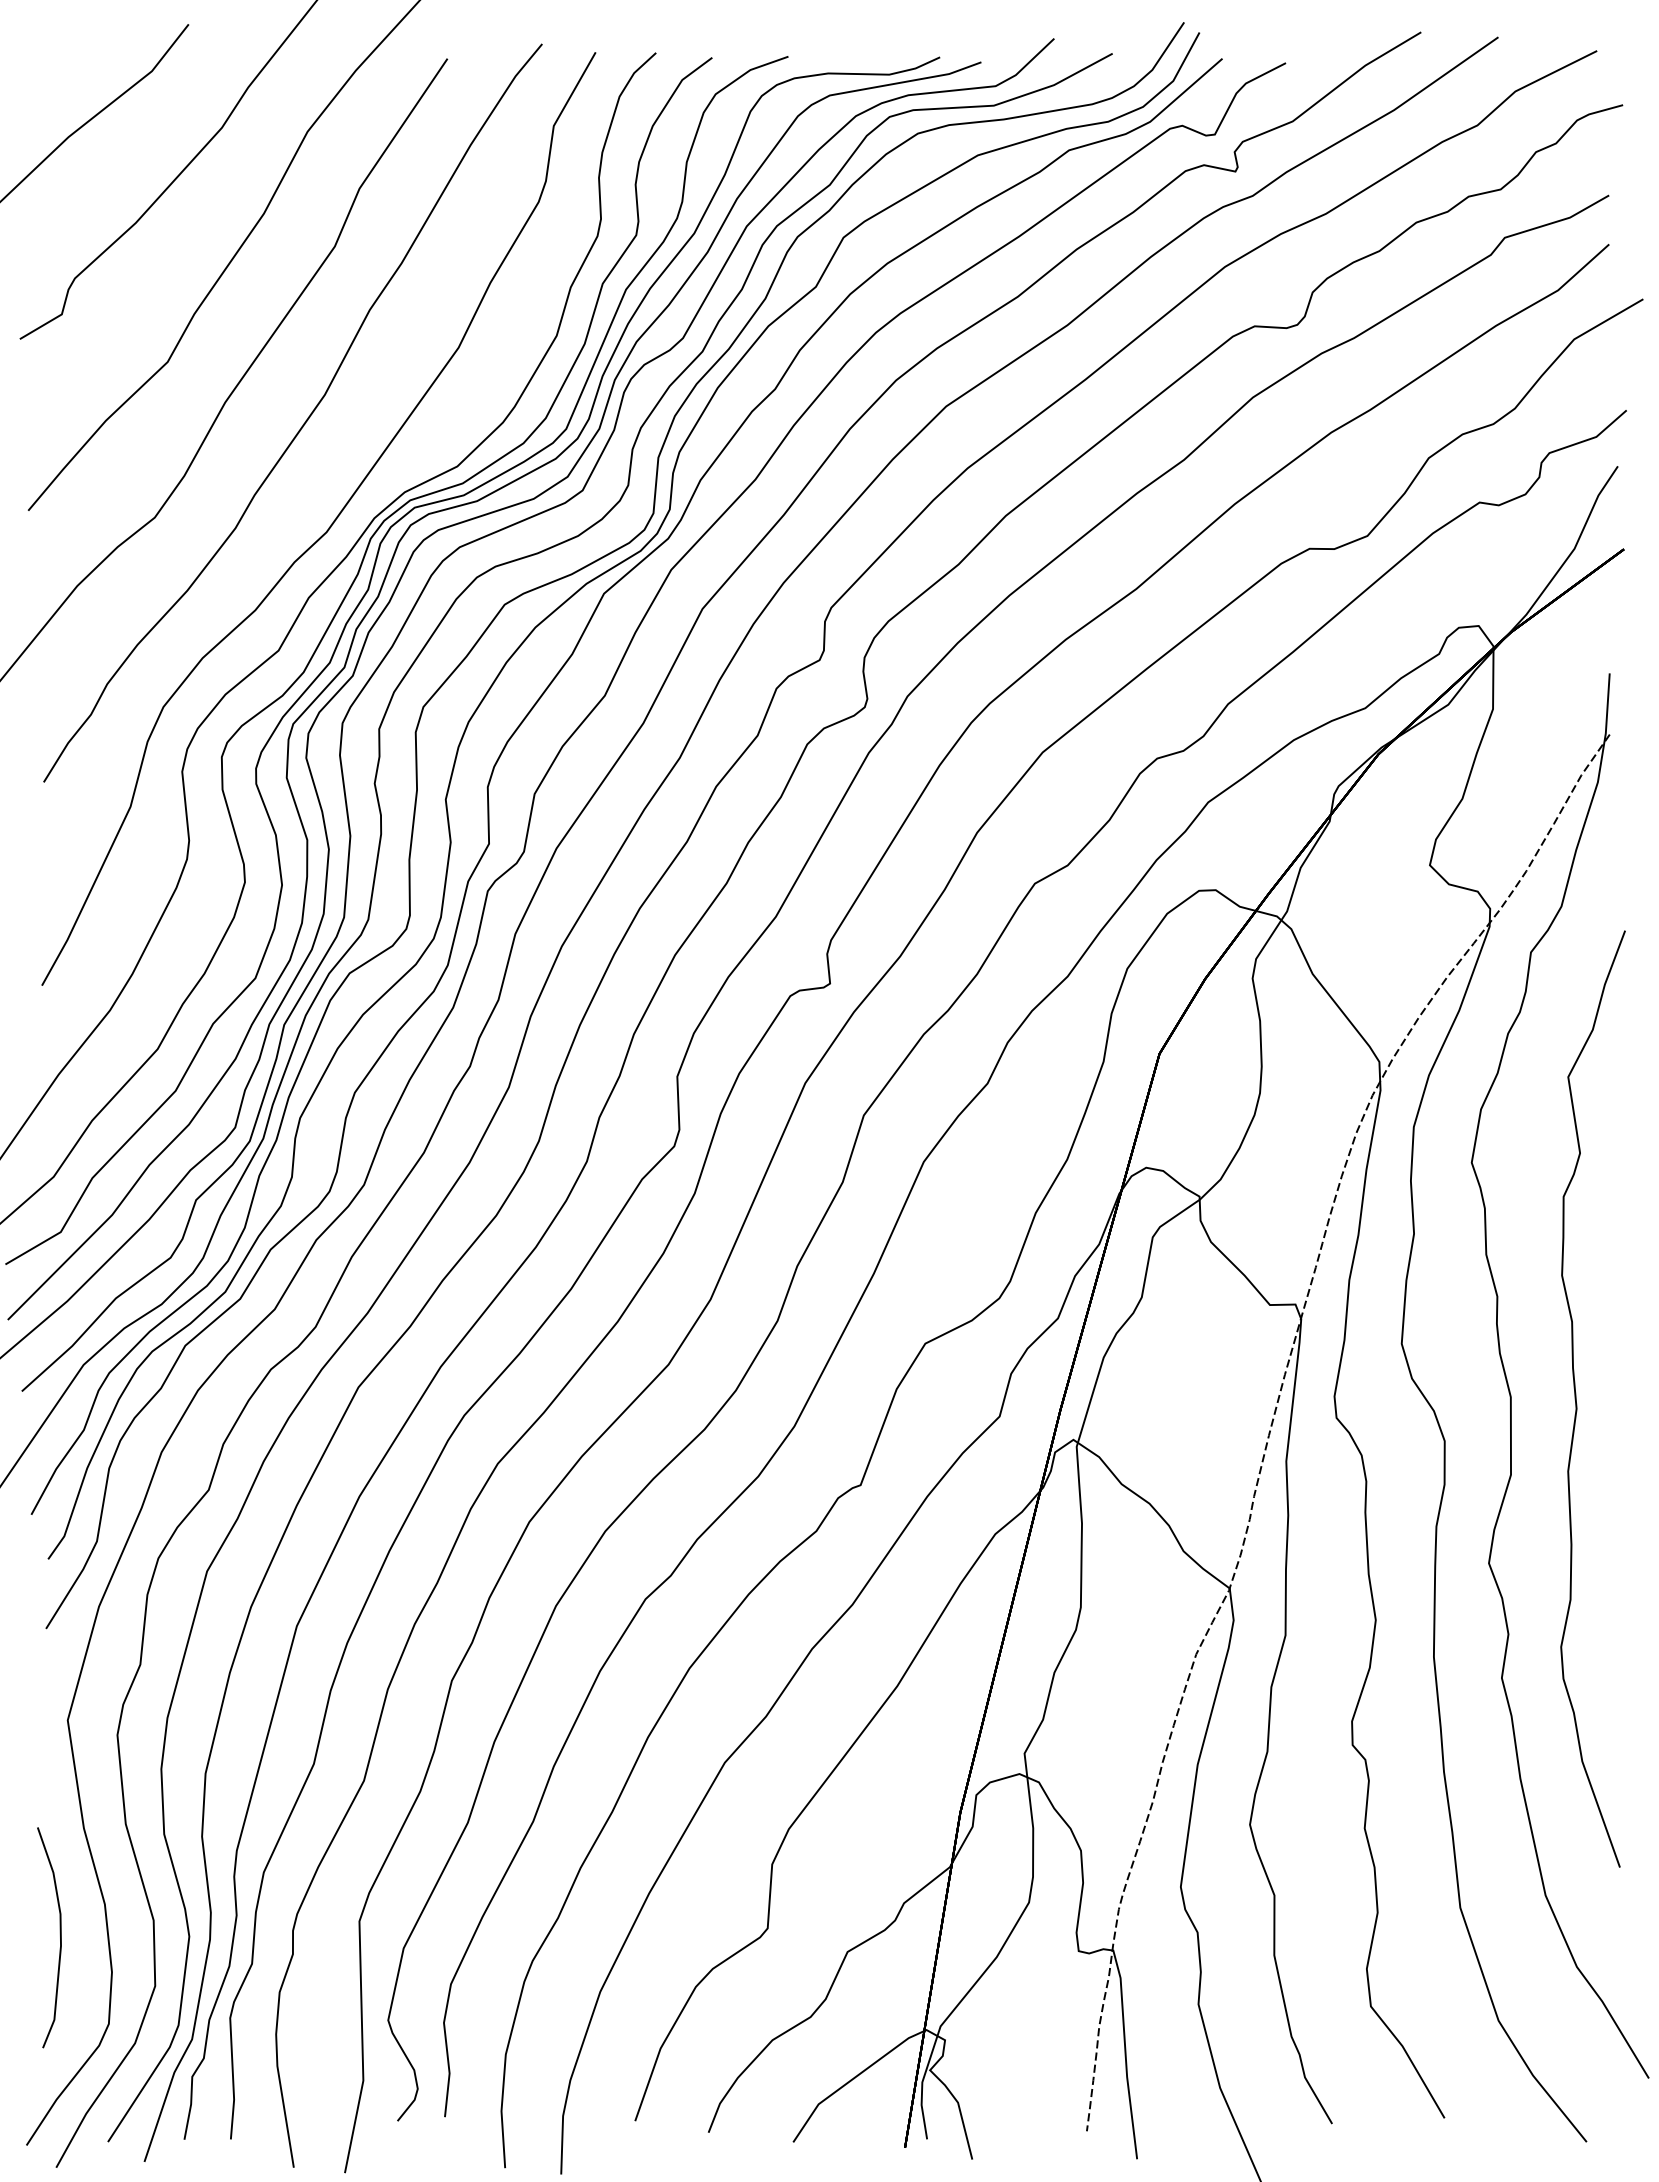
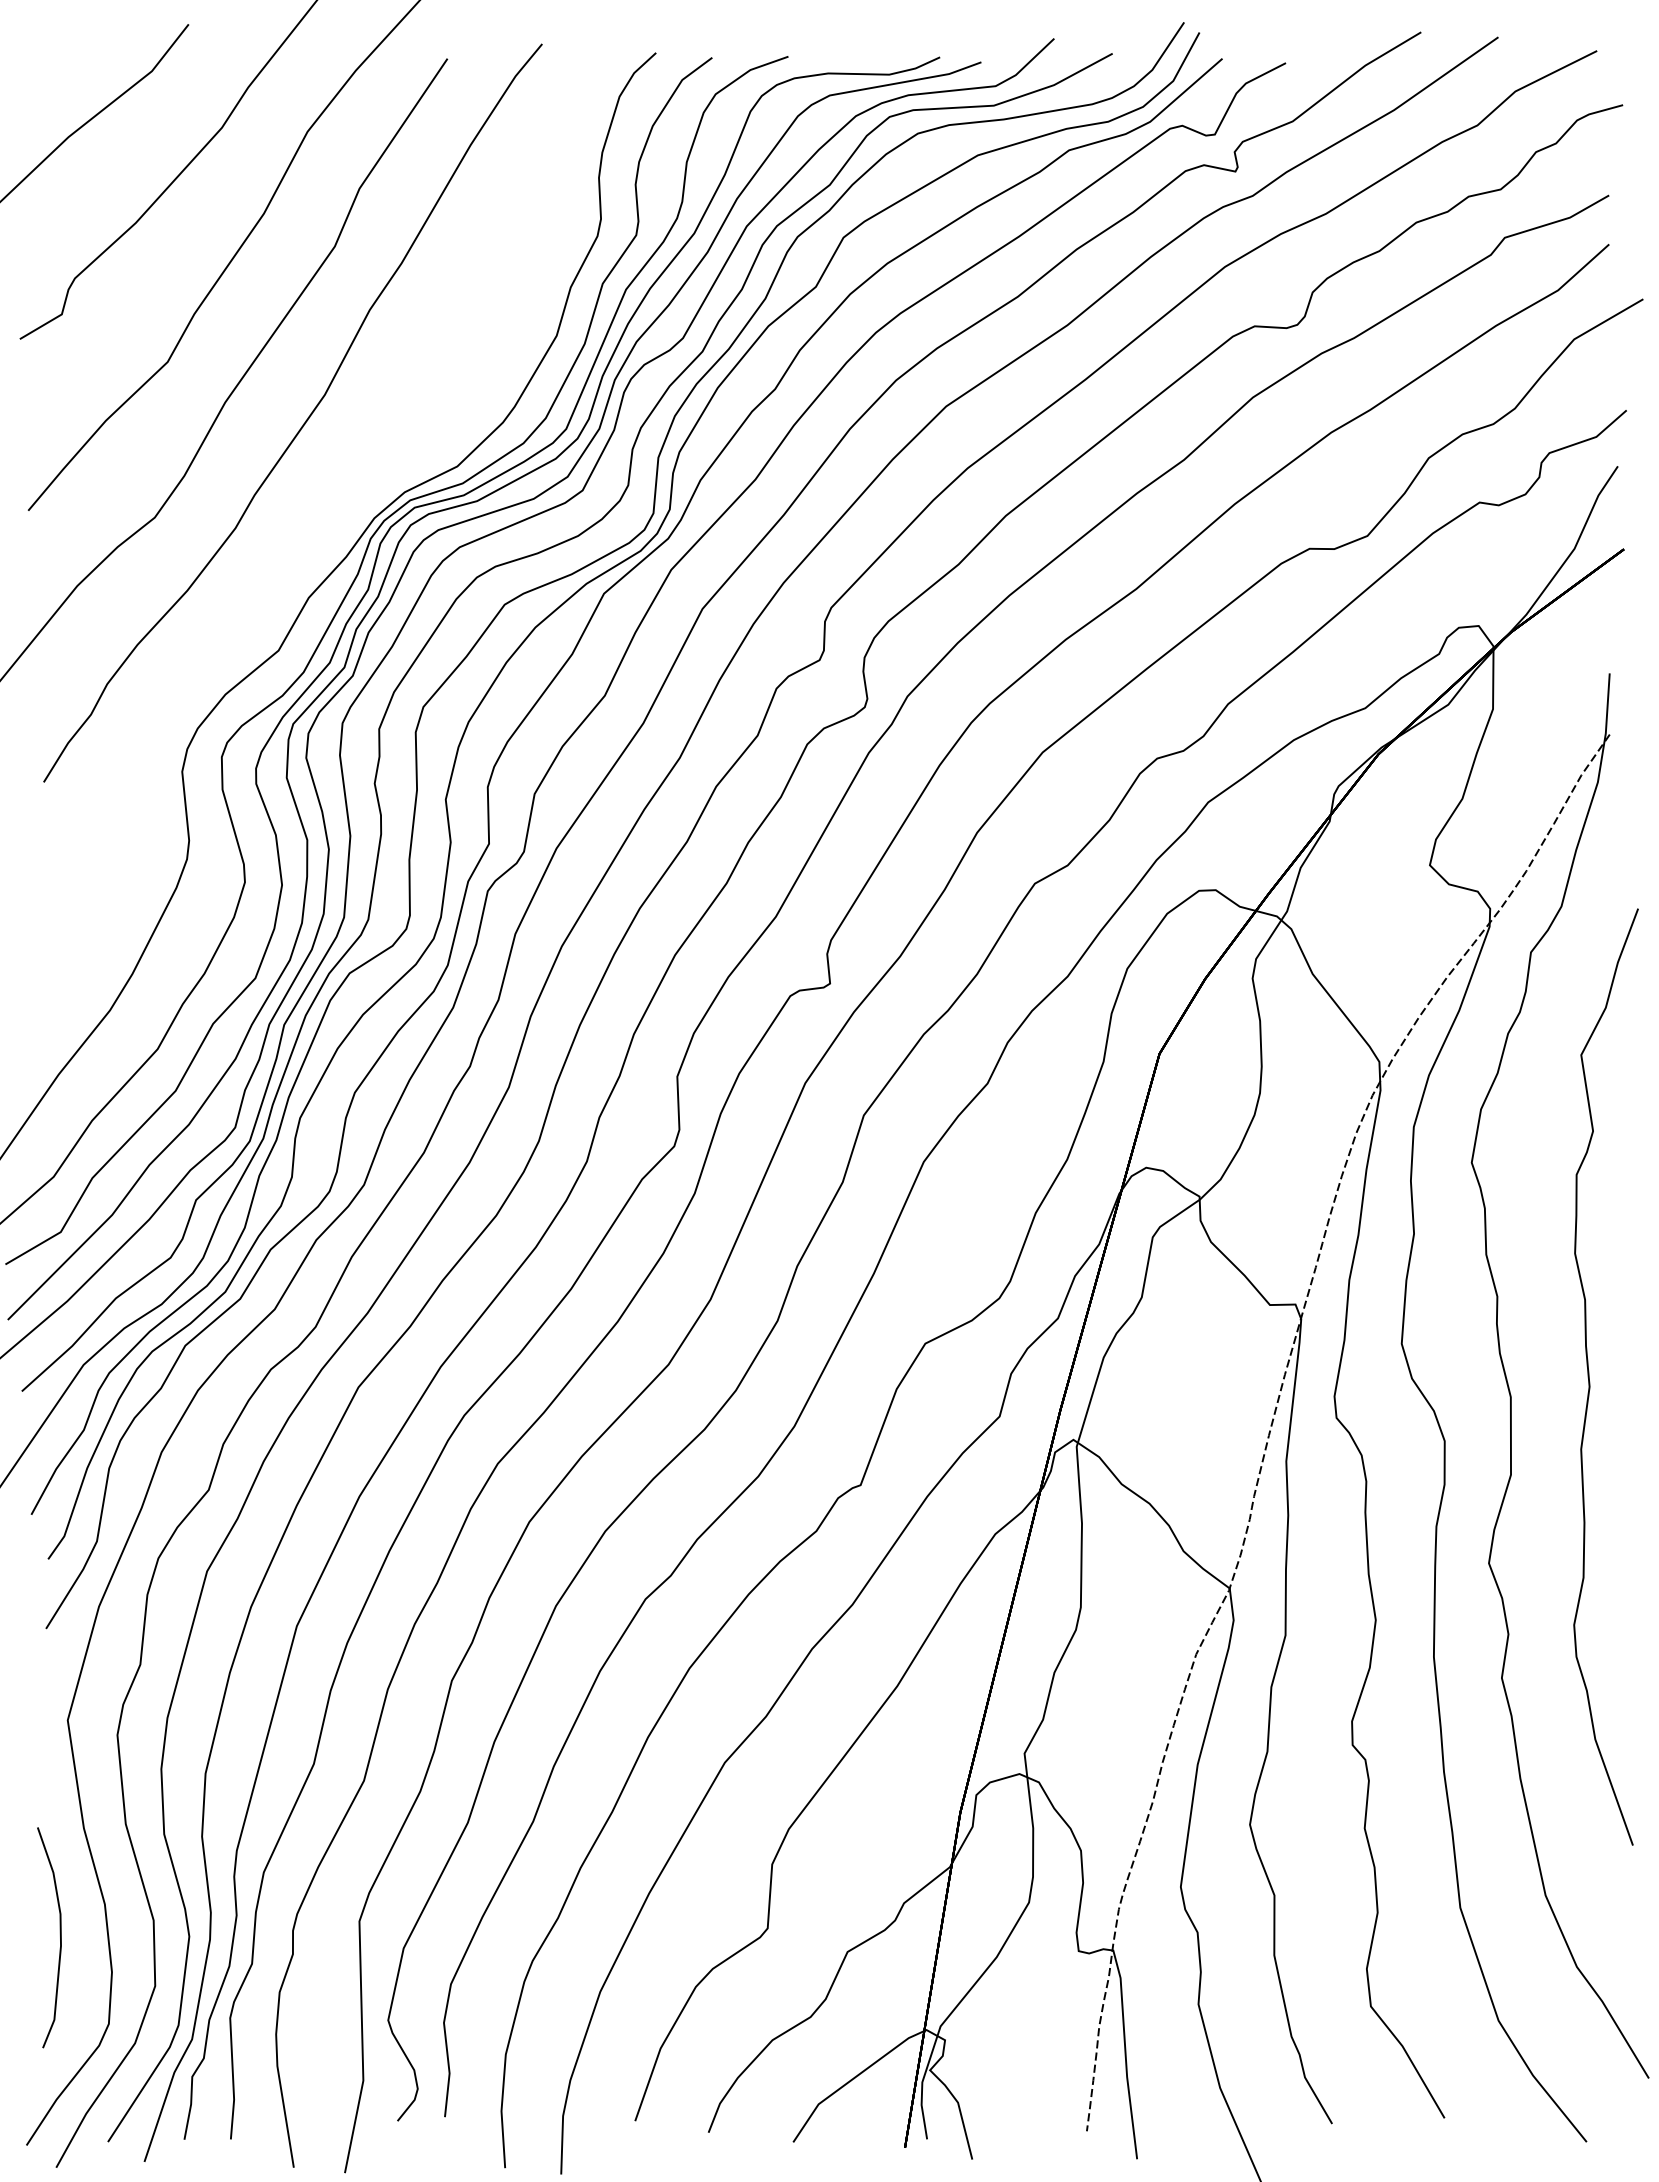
part at (328, 527): present -> none
curve at (1576, 1398) position: (1576, 1398) -> (1589, 1376)
